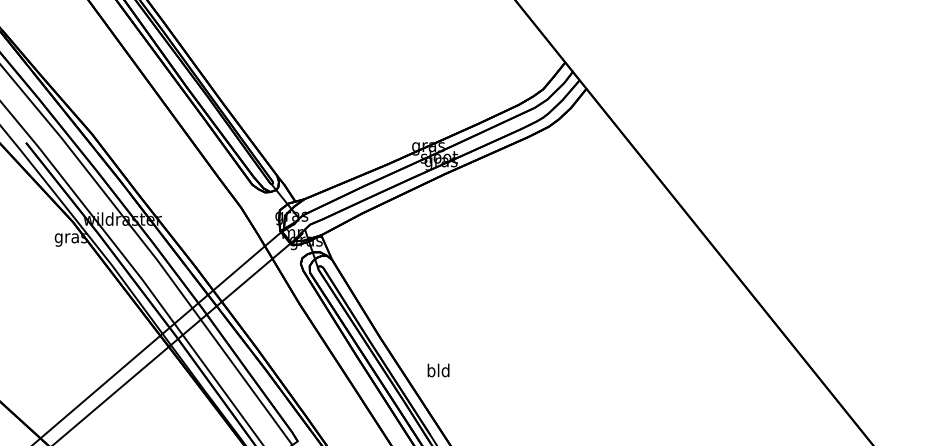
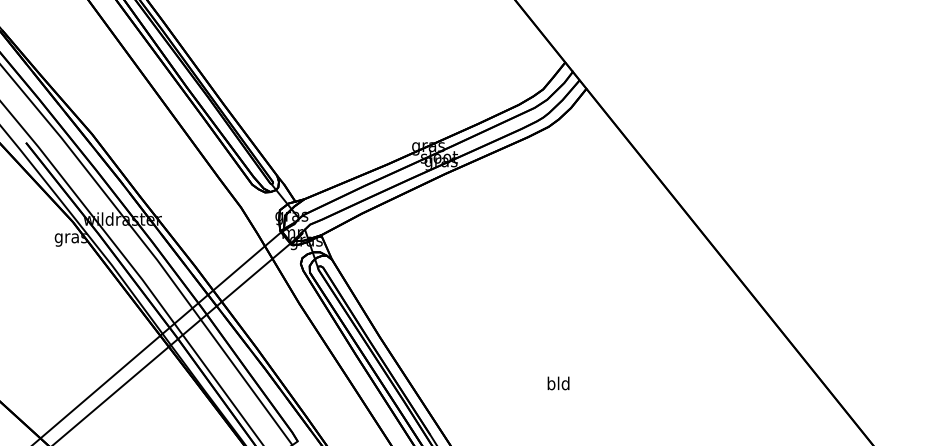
text at (438, 370) position: (438, 370) -> (558, 383)
